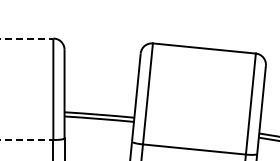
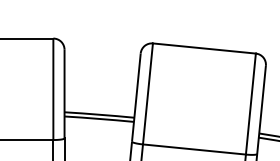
line at (27, 38): dashed -> solid
line at (27, 140): dashed -> solid
